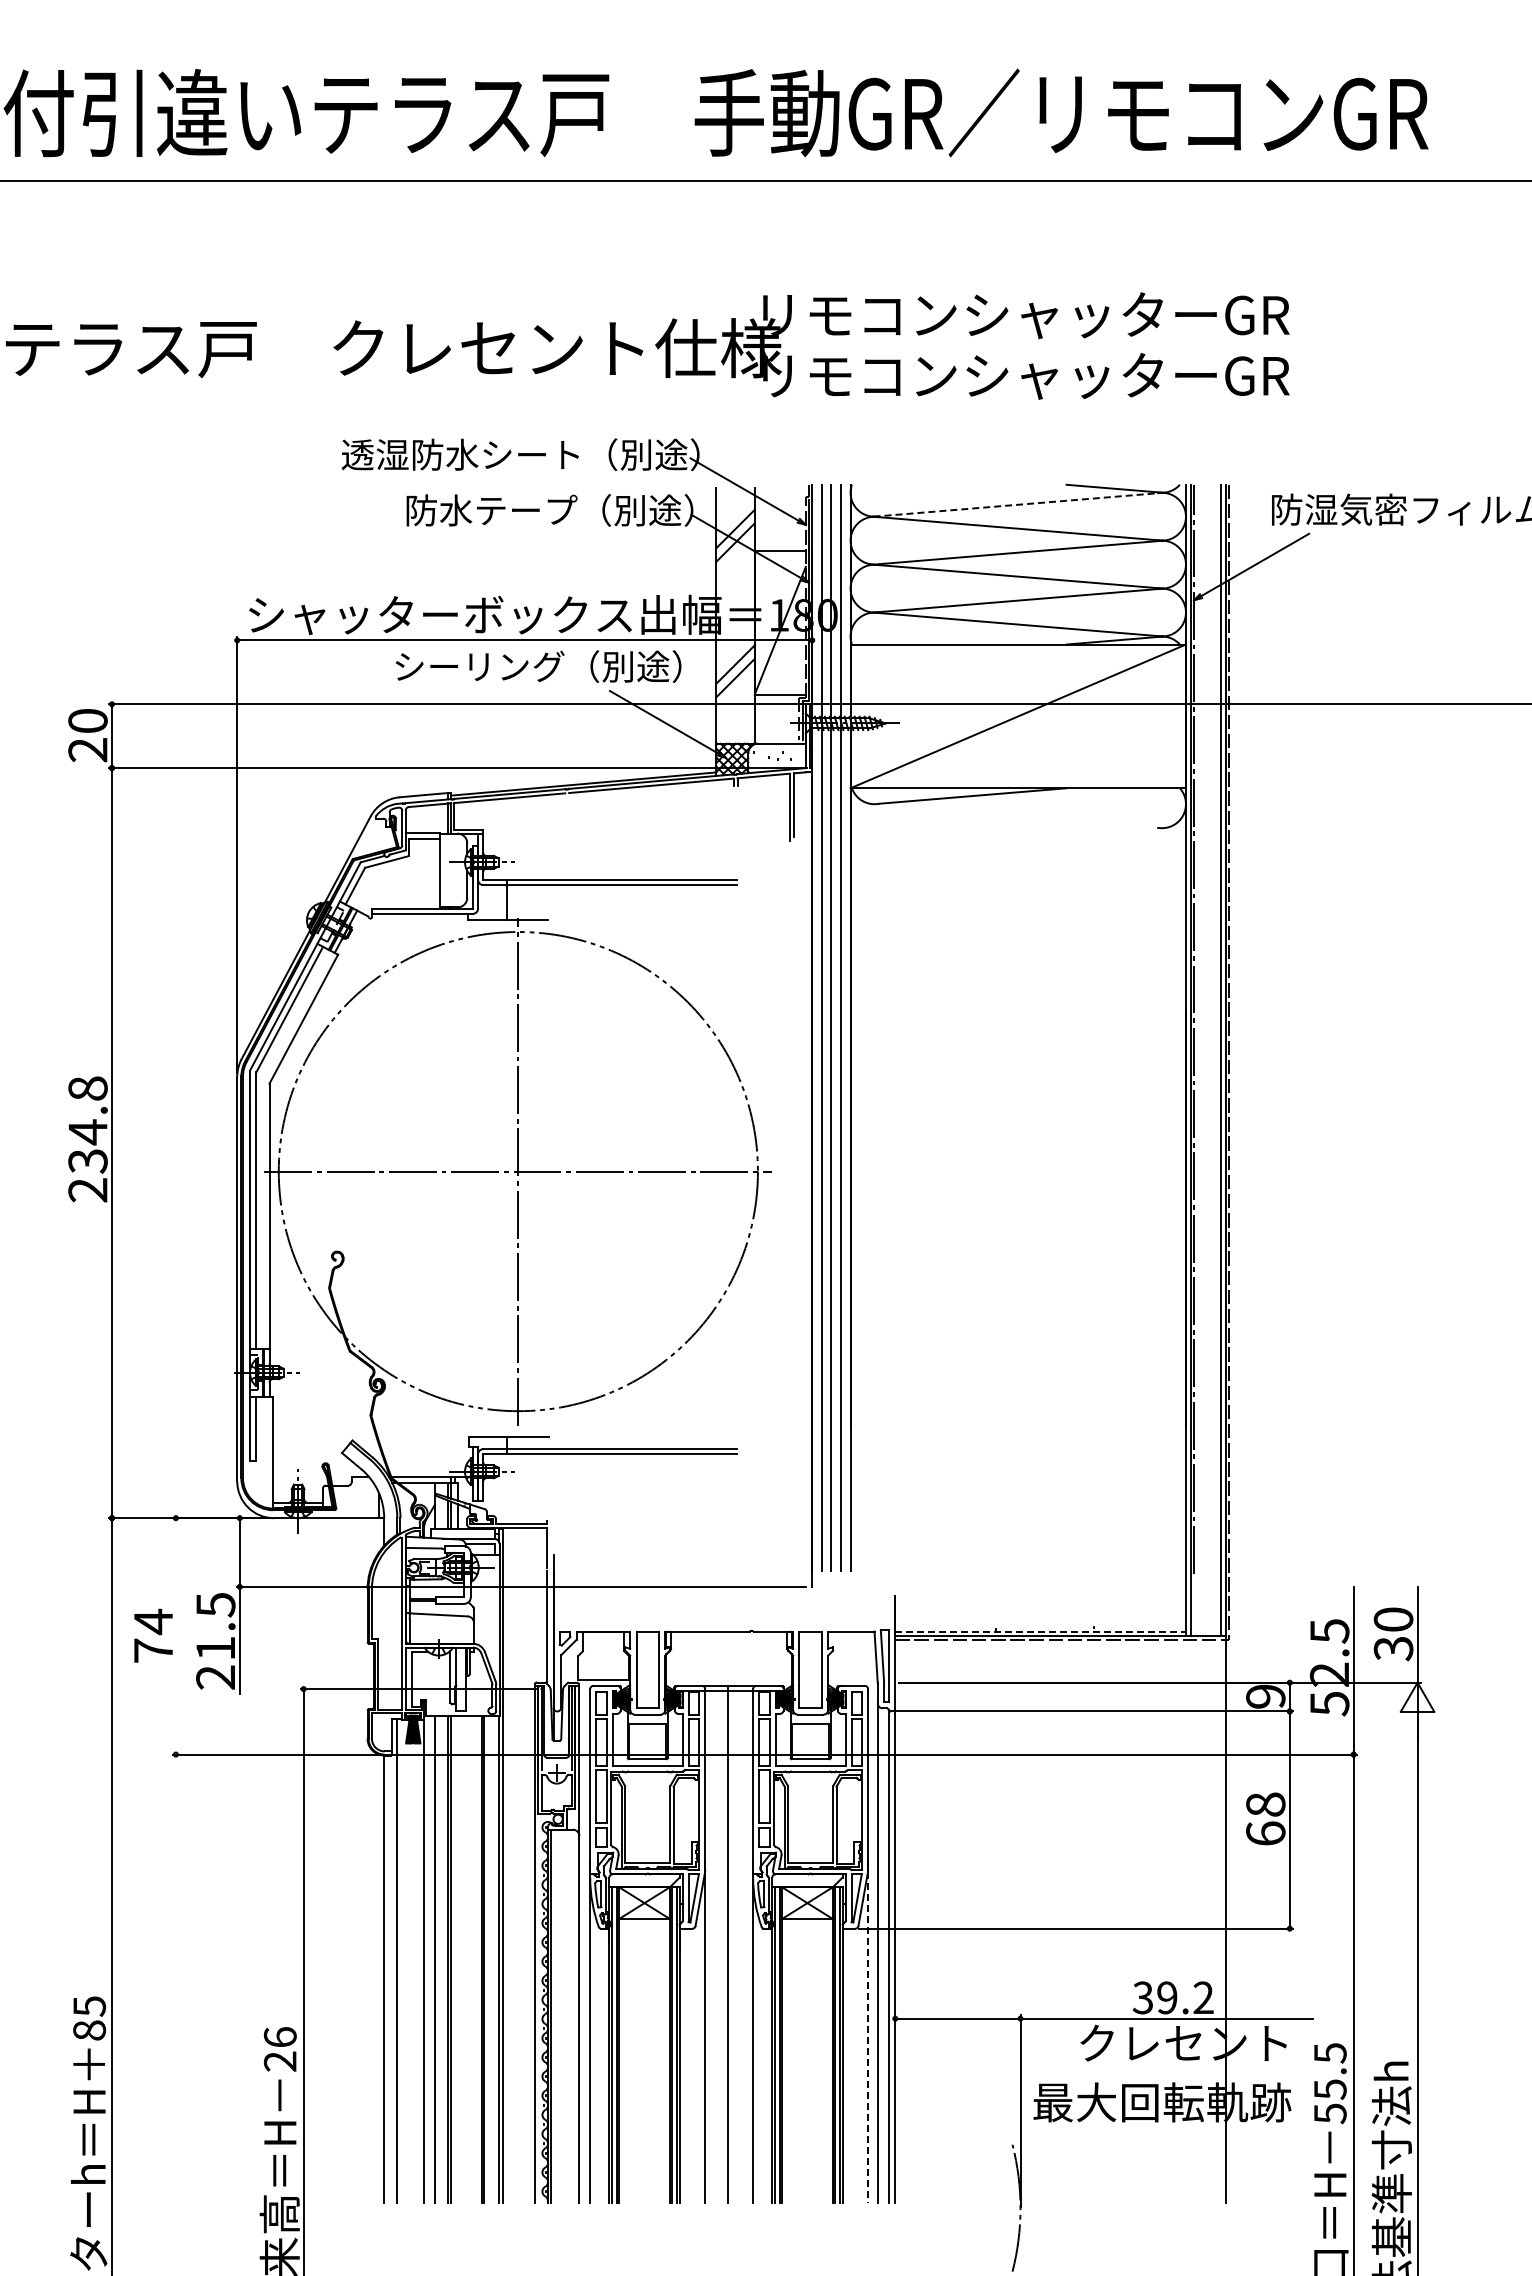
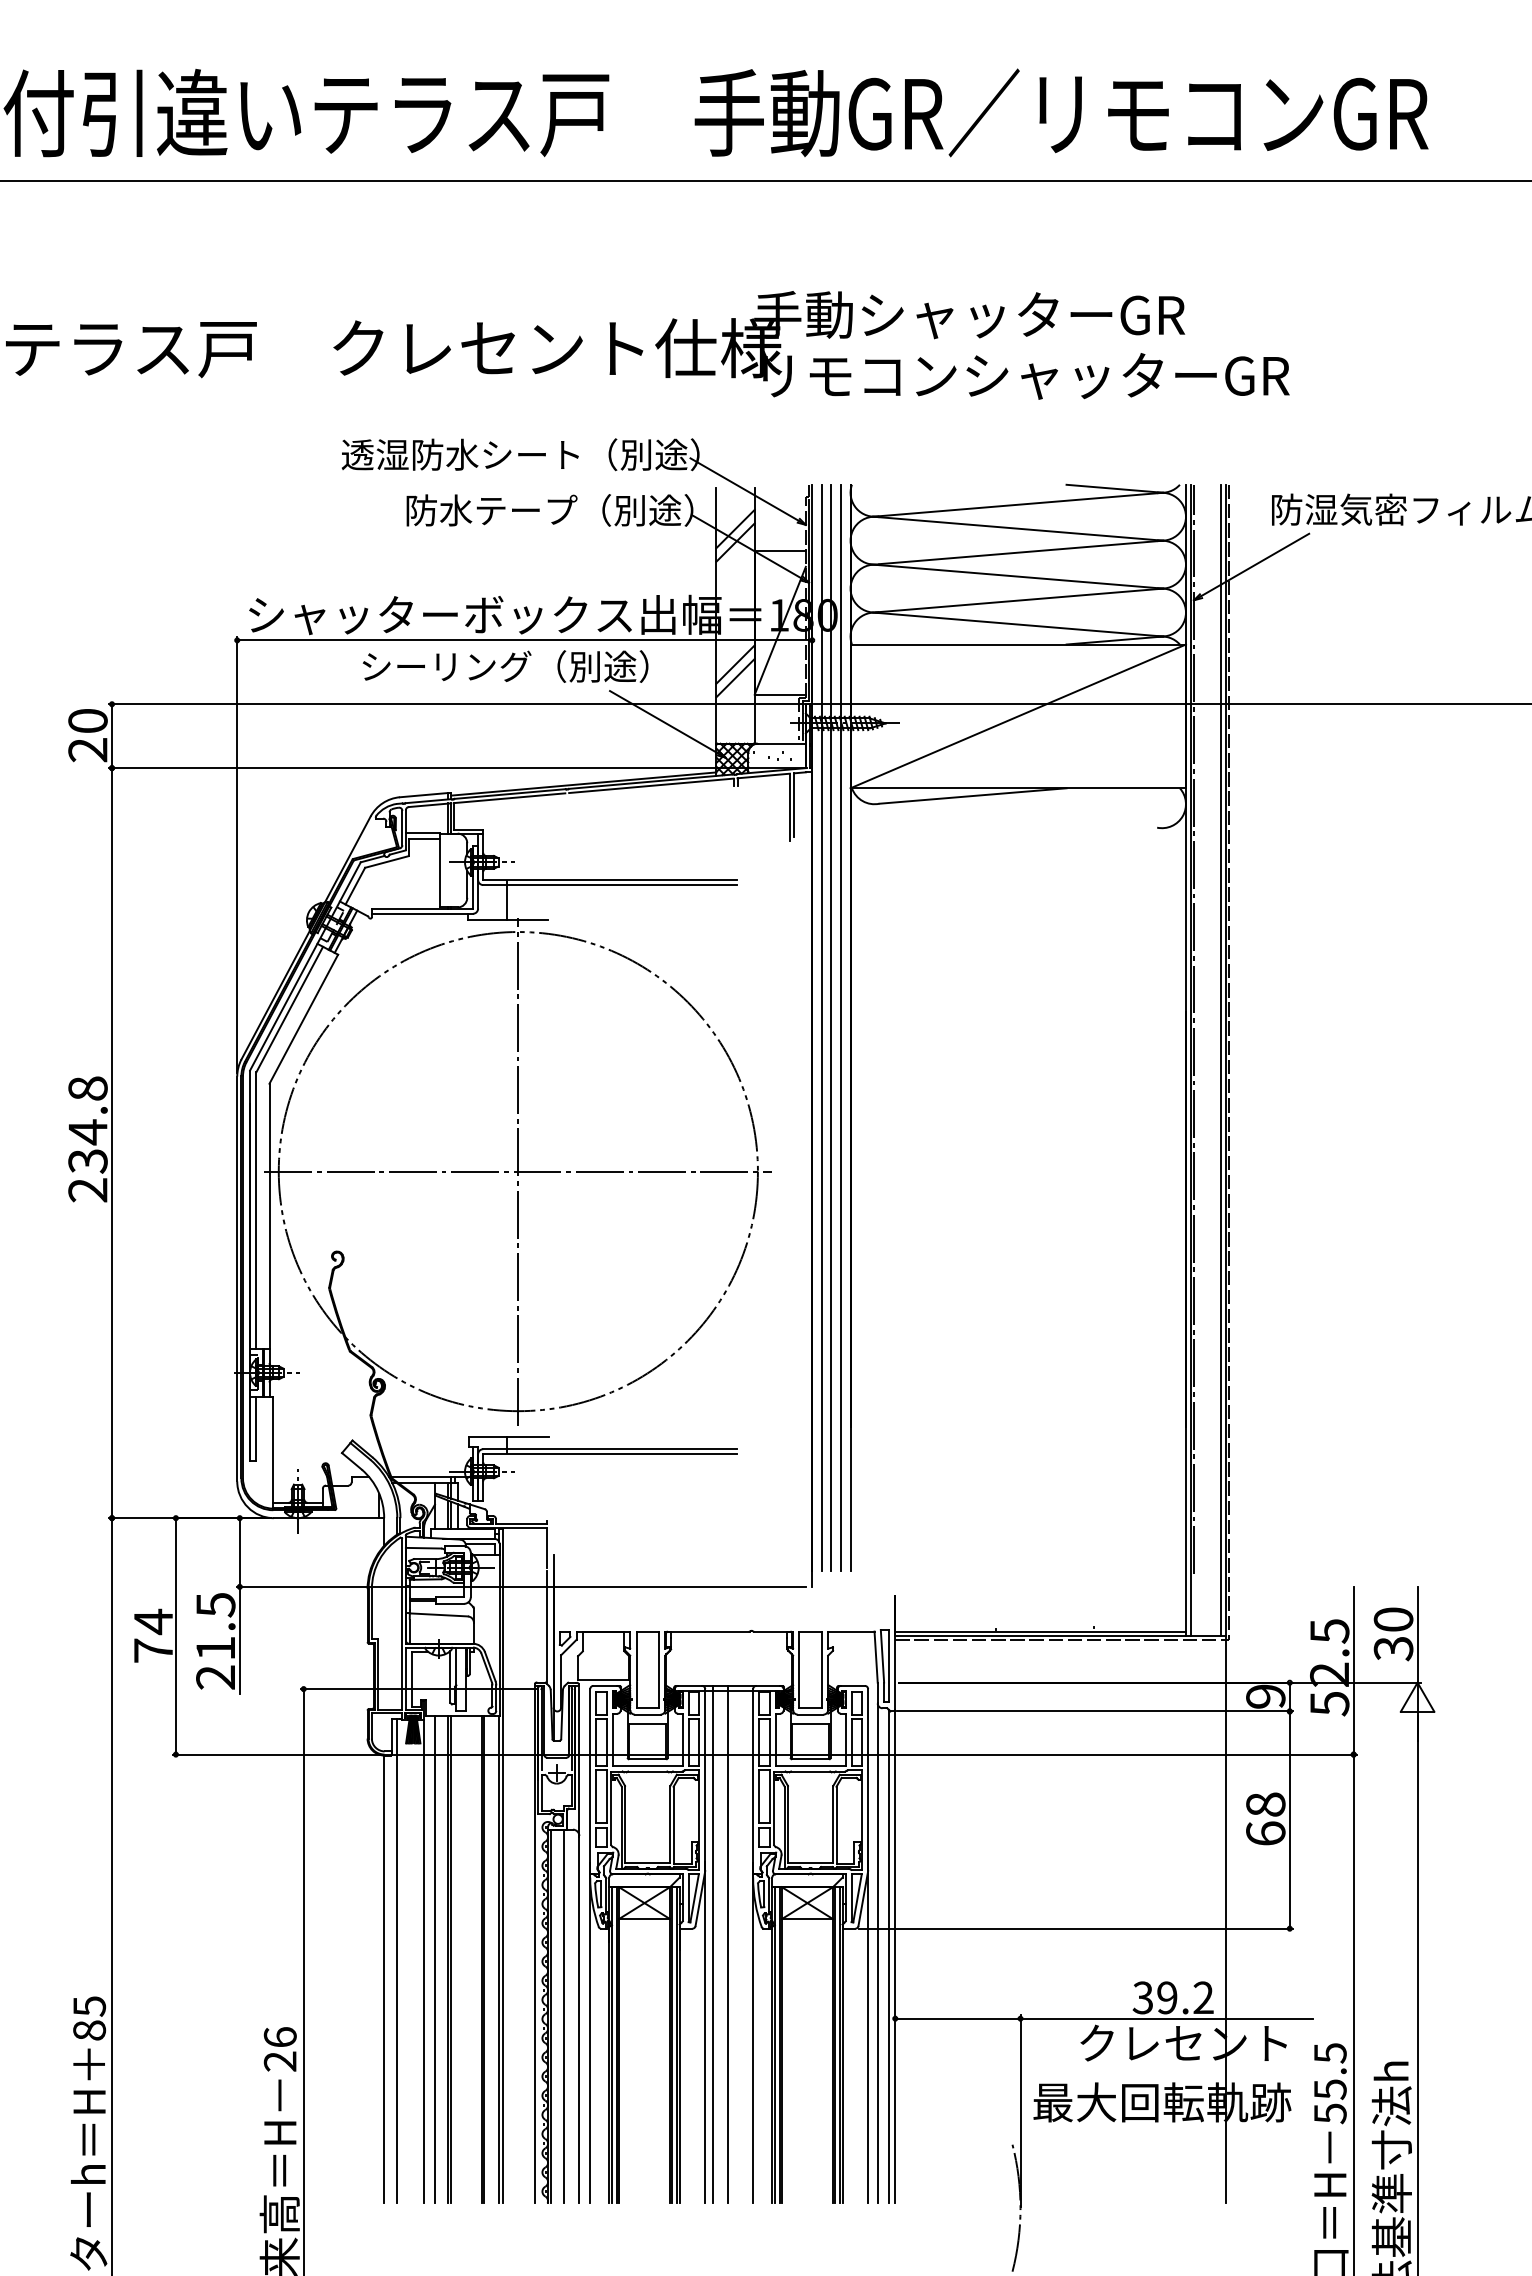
text at (1021, 315): リモコンシャッターGR -> 手動シャッターGR
line at (1018, 504): dashed -> solid
text at (538, 666) position: (538, 666) -> (505, 666)
line at (1041, 1631): dashed -> solid
line at (175, 1636): none -> present
line at (713, 1944): none -> present
line at (564, 2016): none -> present
line at (868, 2032): dashed -> solid
